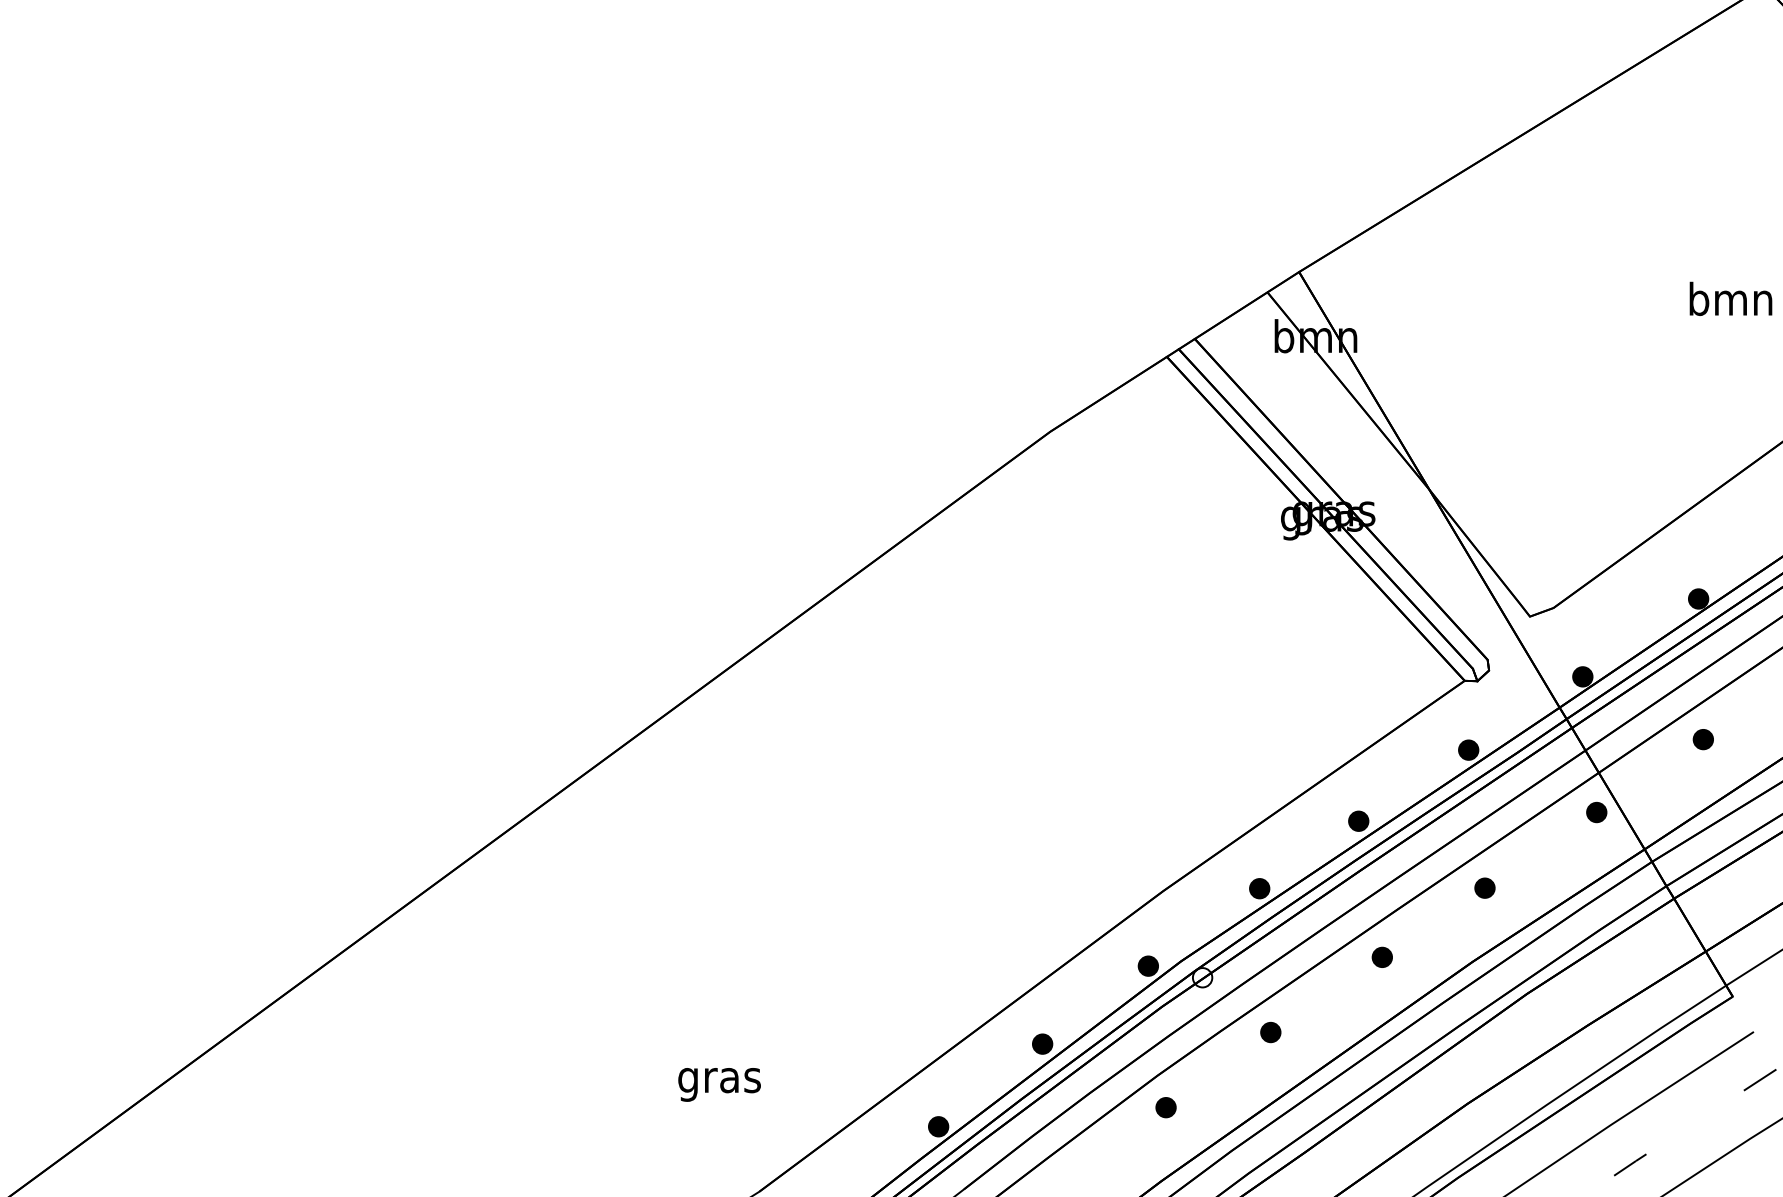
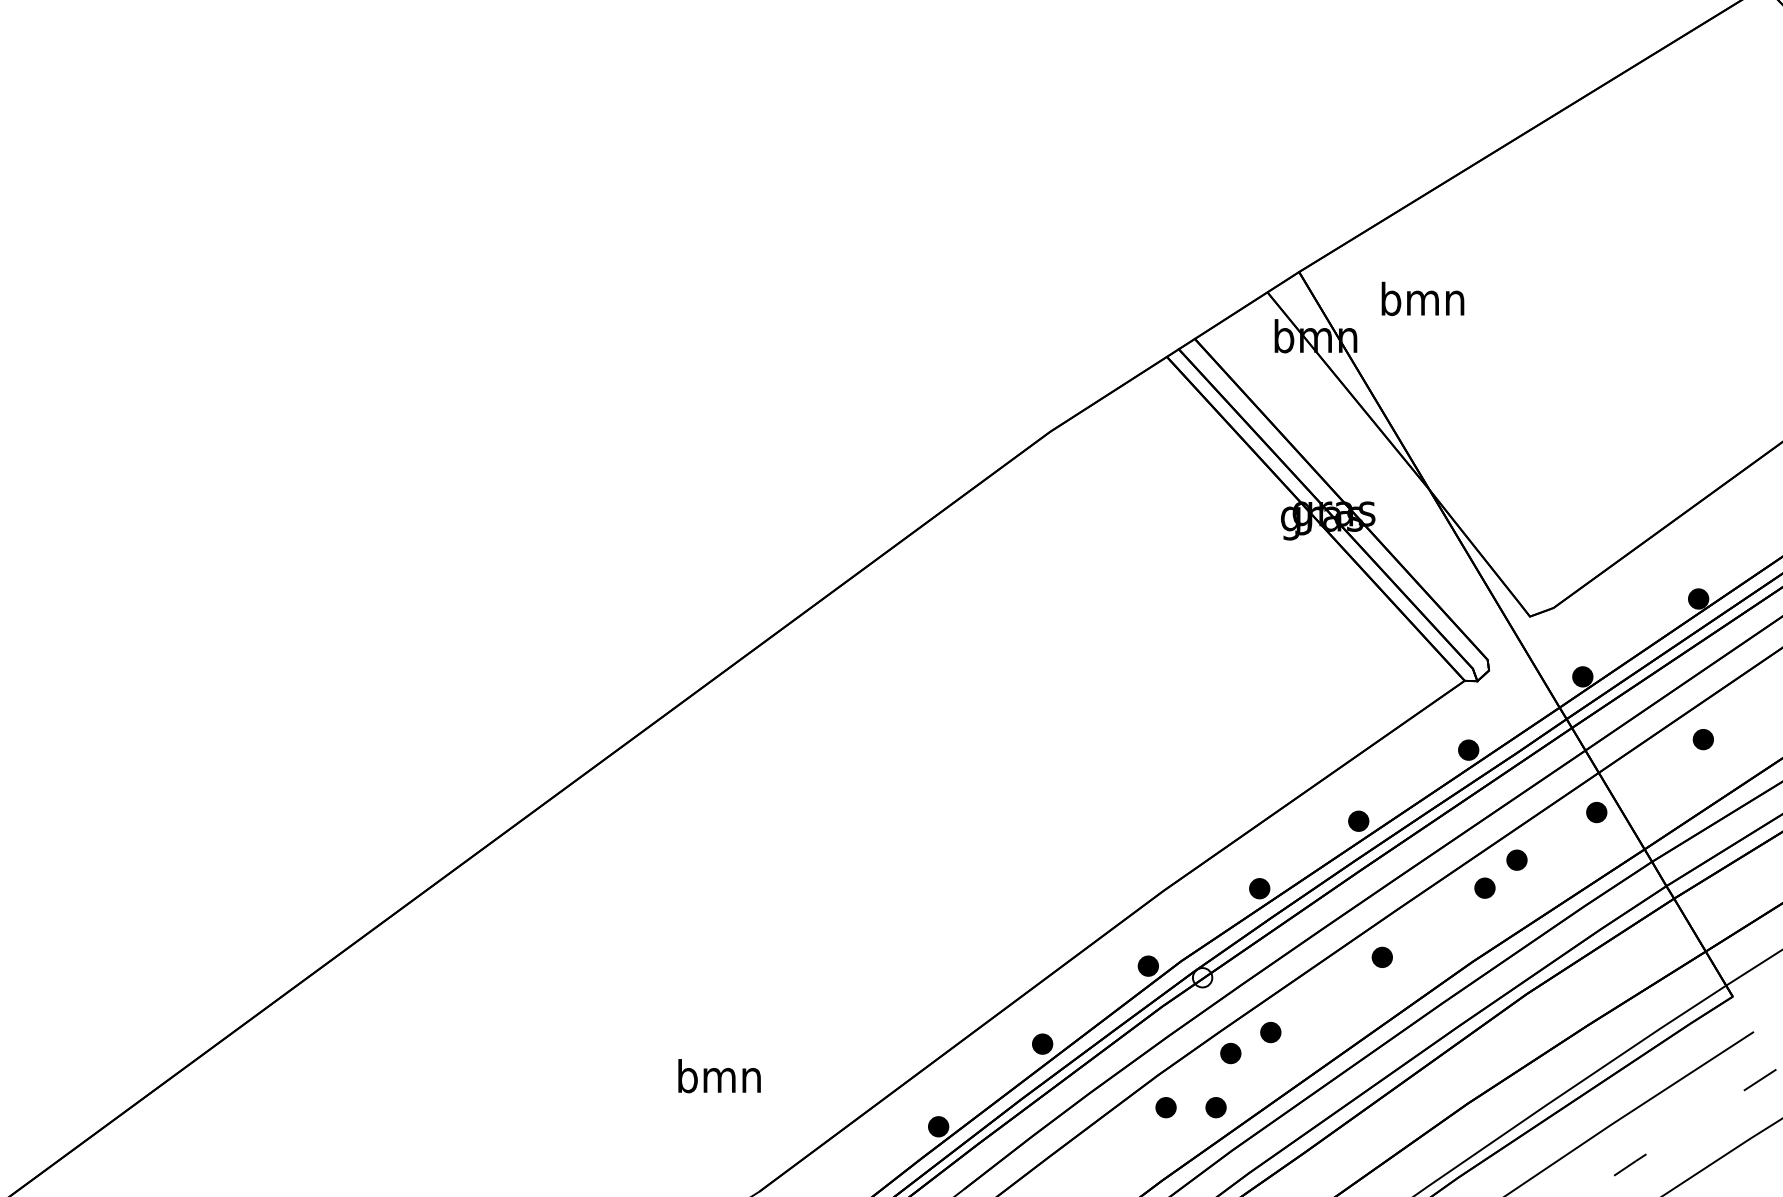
text at (1730, 298) position: (1730, 298) -> (1422, 298)
part at (1516, 859): none -> present
part at (1230, 1053): none -> present
text at (719, 1080): gras -> bmn
part at (1215, 1107): none -> present
